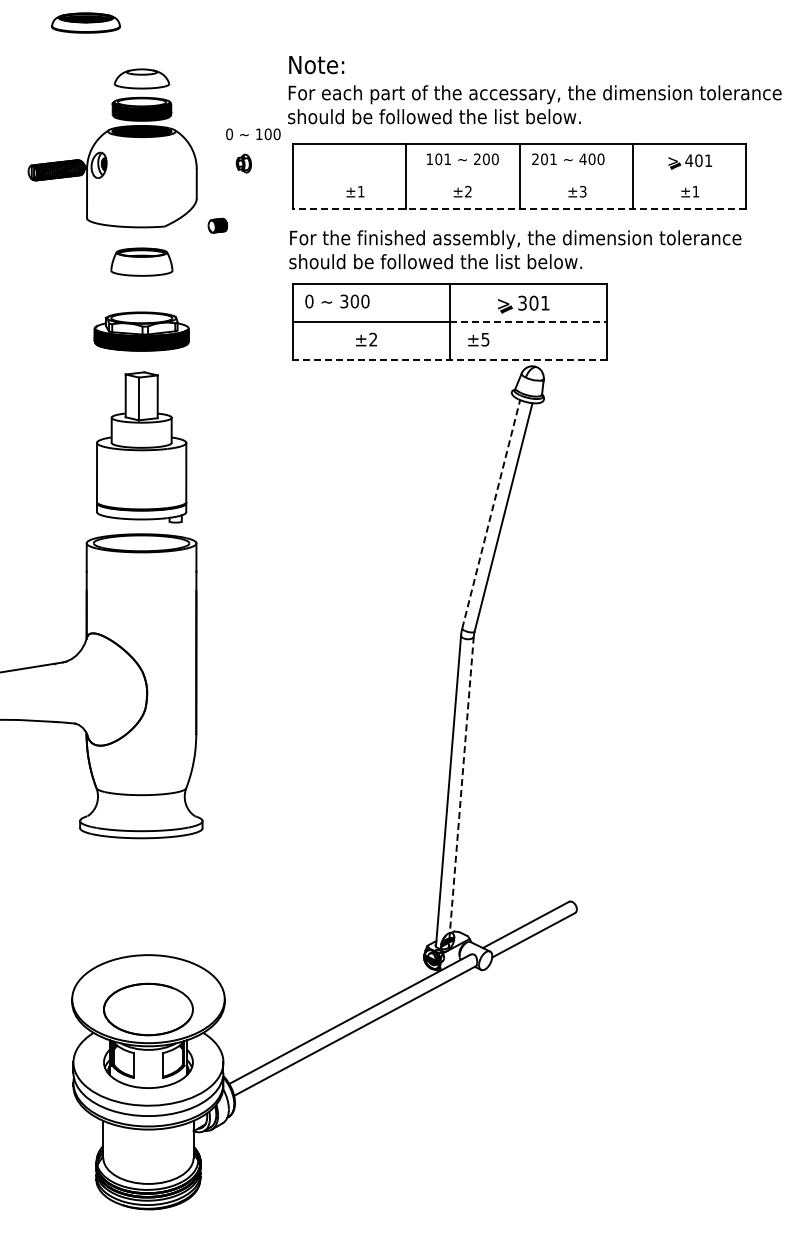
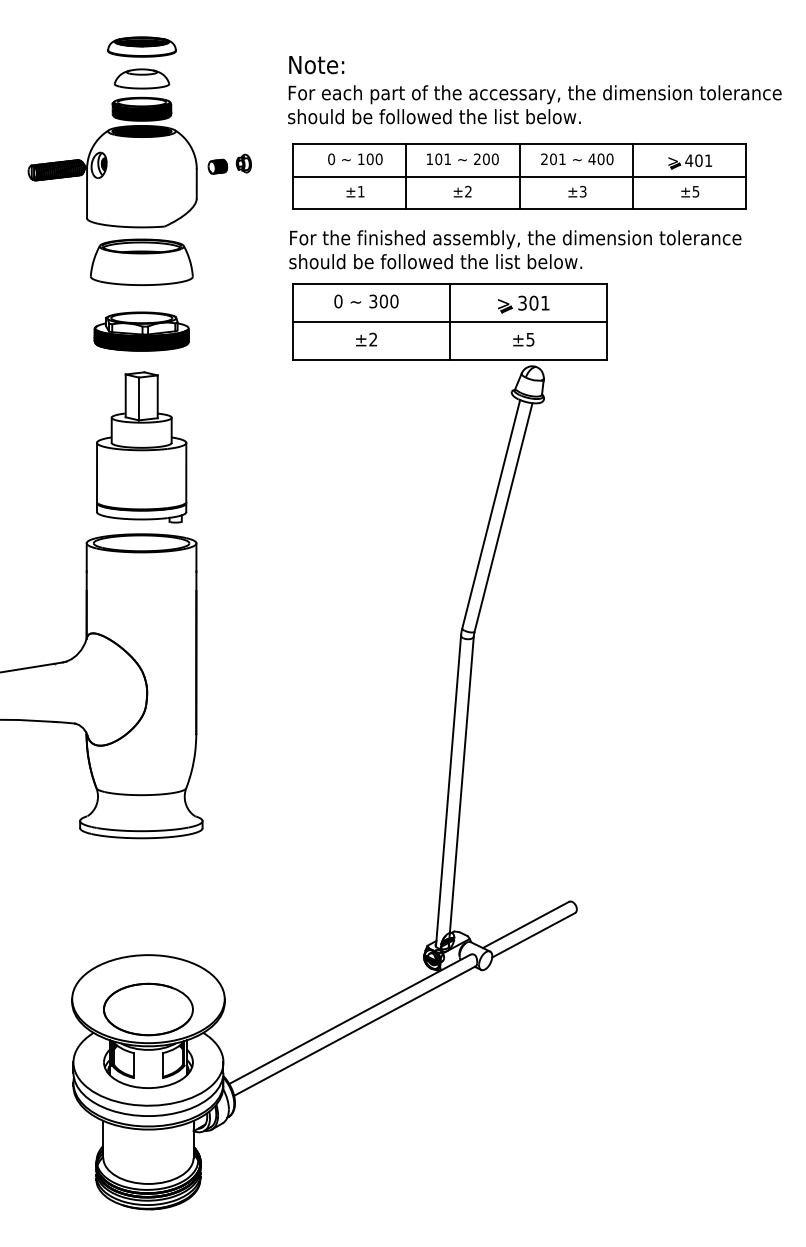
part at (85, 22) position: (85, 22) -> (141, 46)
text at (253, 134) position: (253, 134) -> (355, 159)
text at (568, 159) position: (568, 159) -> (577, 159)
line at (519, 176): none -> present
text at (695, 191): ±1 -> ±5
line at (519, 209): dashed -> solid
part at (217, 225) position: (217, 225) -> (217, 166)
part at (141, 261) size: 64x30 px -> 104x48 px
text at (337, 301) position: (337, 301) -> (366, 301)
line at (528, 321): dashed -> solid
text at (478, 339) position: (478, 339) -> (523, 339)
line at (449, 360): dashed -> solid
line at (491, 514): dashed -> solid
line at (461, 792): dashed -> solid
